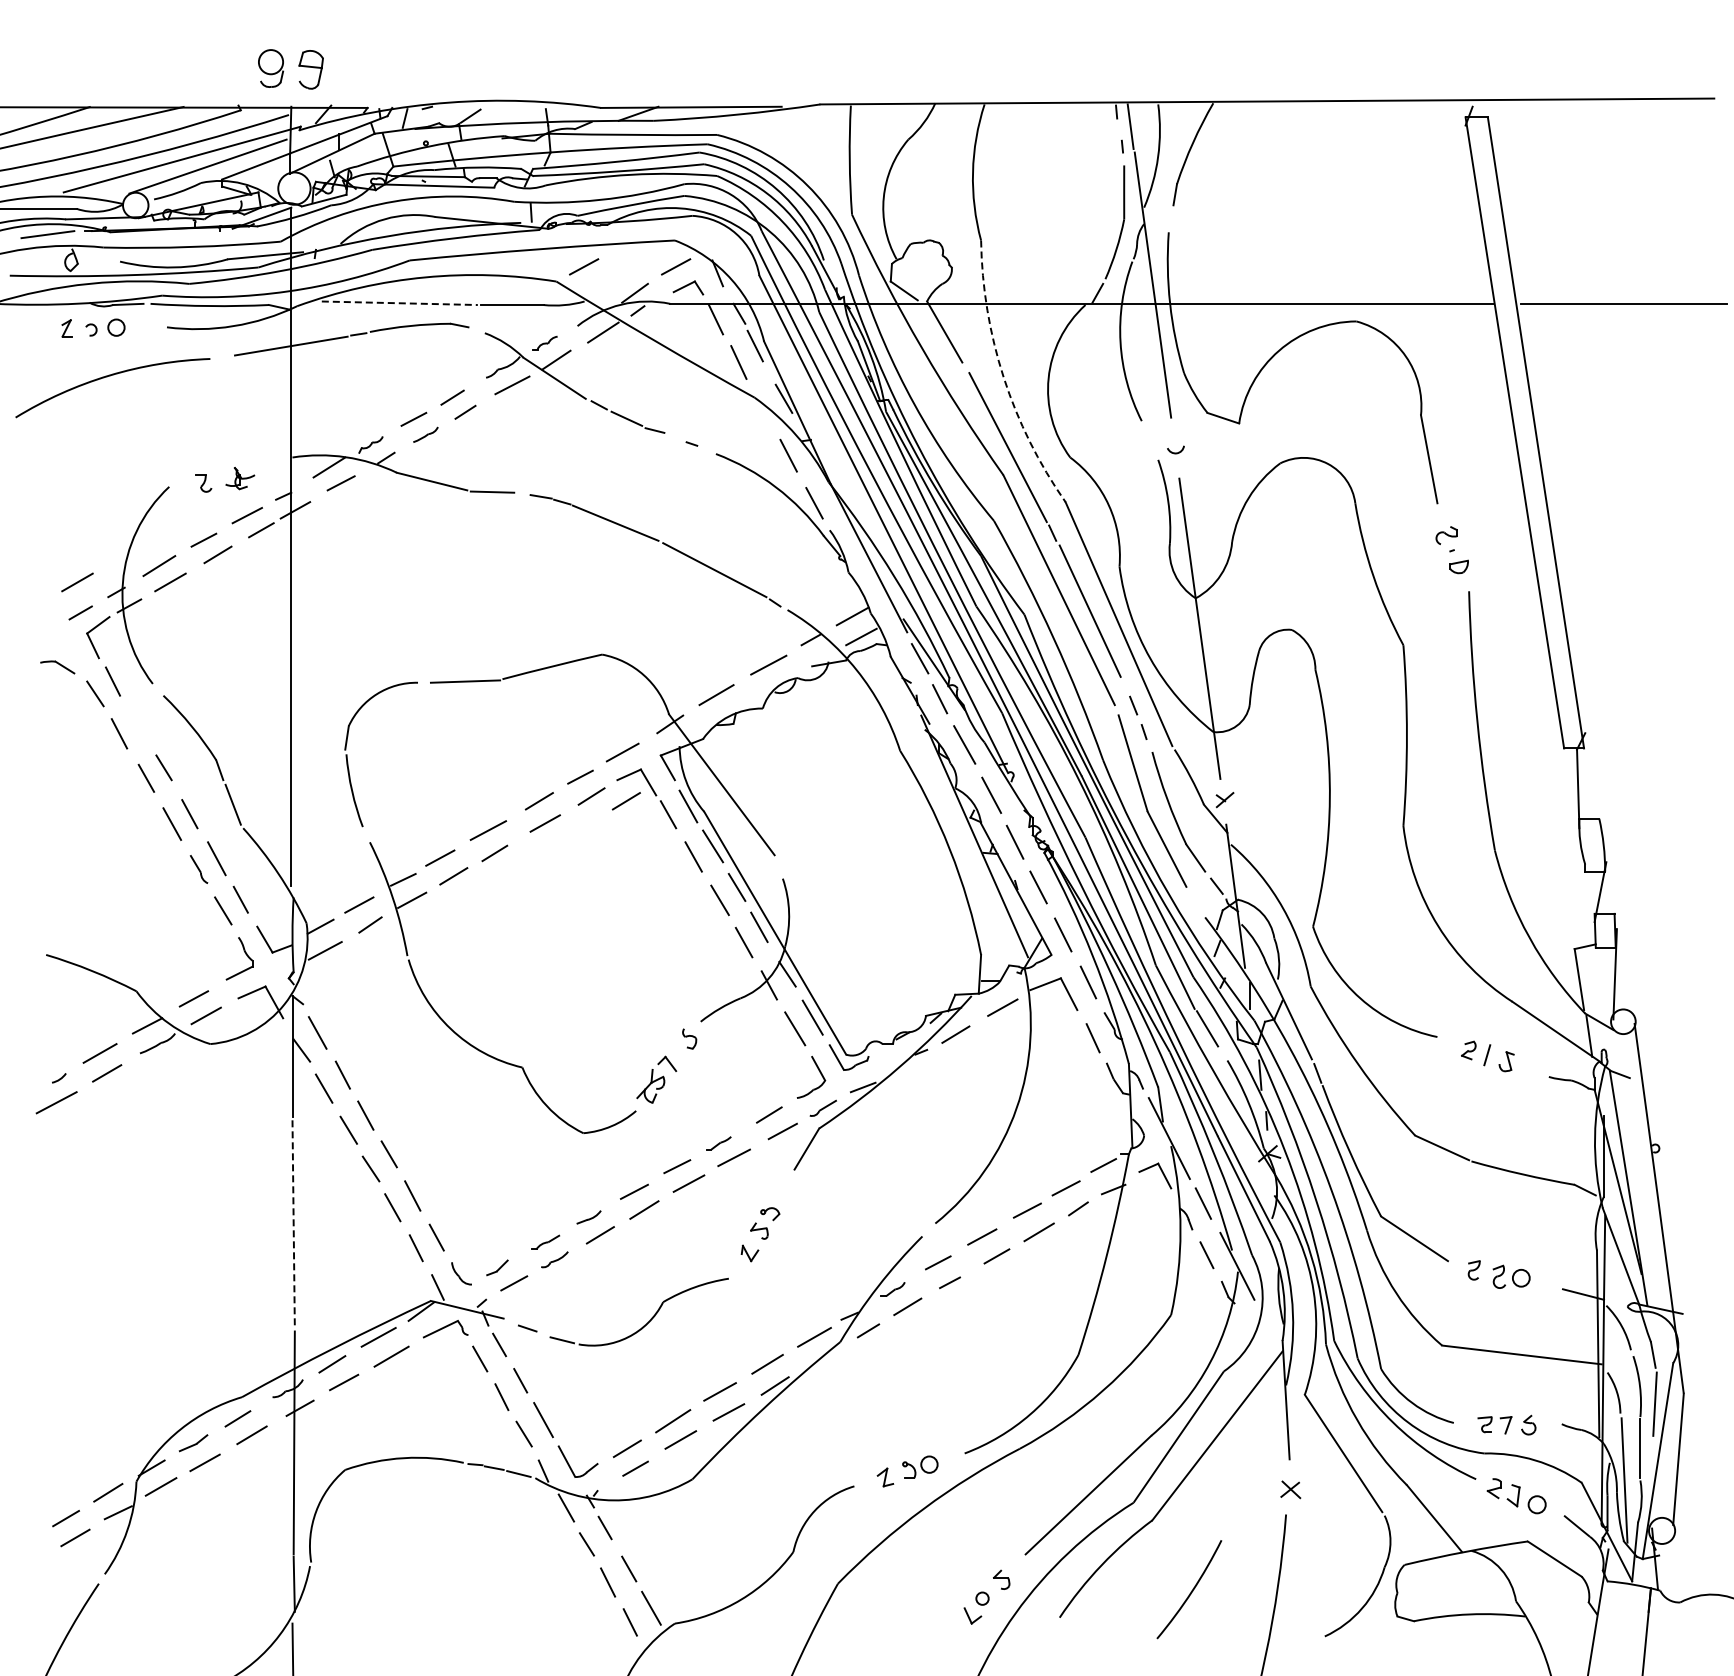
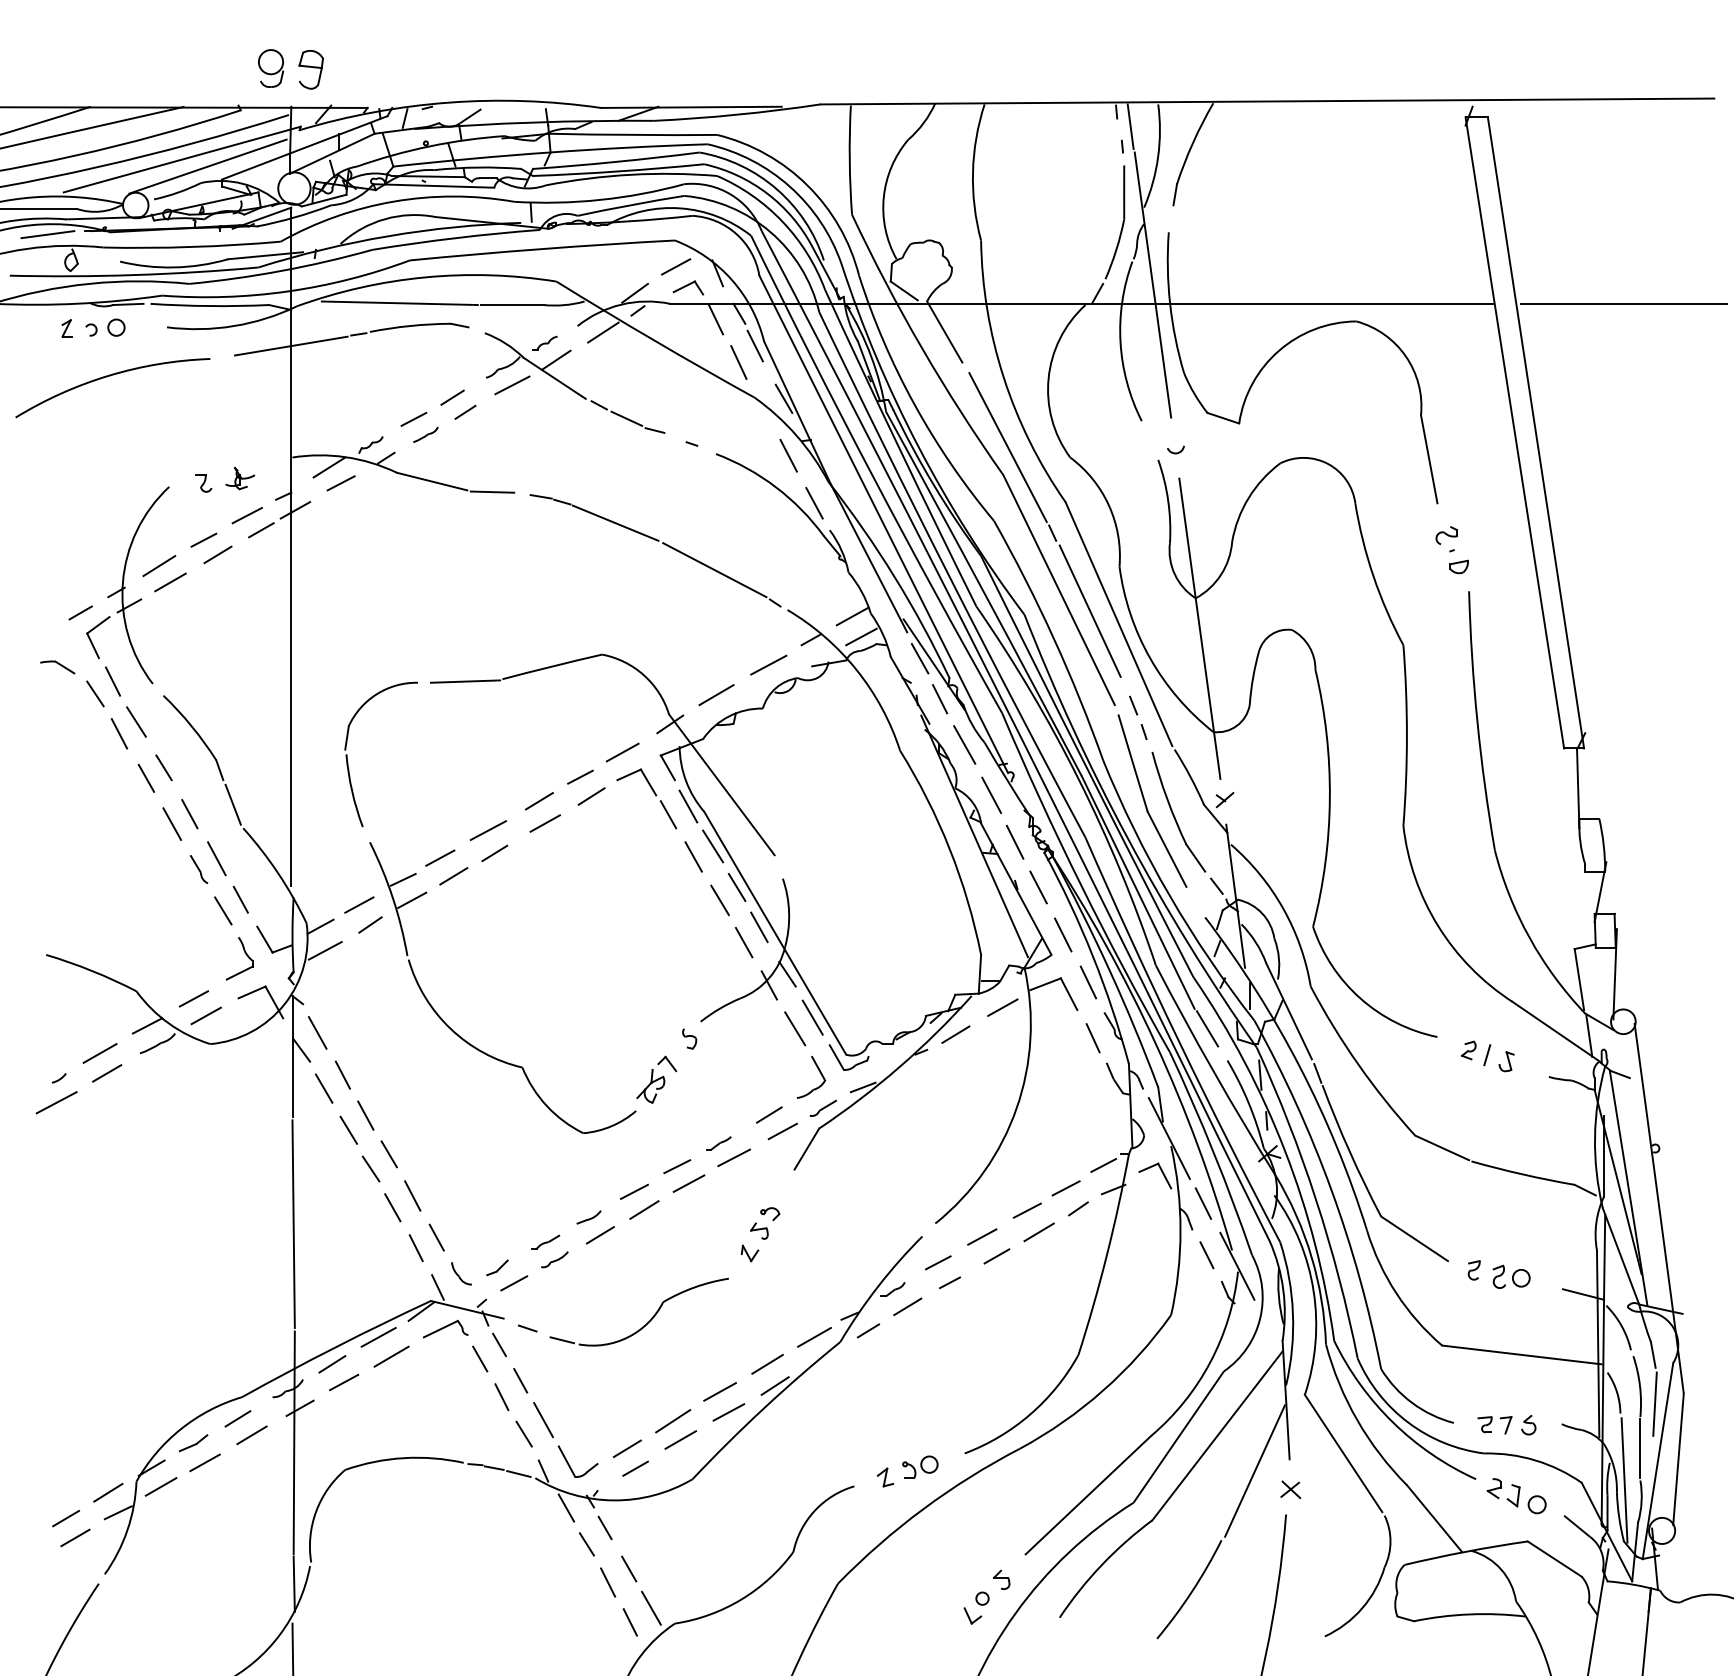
line at (584, 266): present -> none
line at (400, 303): dashed -> solid
arc at (1003, 377): dashed -> solid
line at (77, 582): present -> none
line at (136, 721): none -> present
line at (625, 801): present -> none
line at (293, 1224): dashed -> solid
line at (1254, 1470): none -> present
